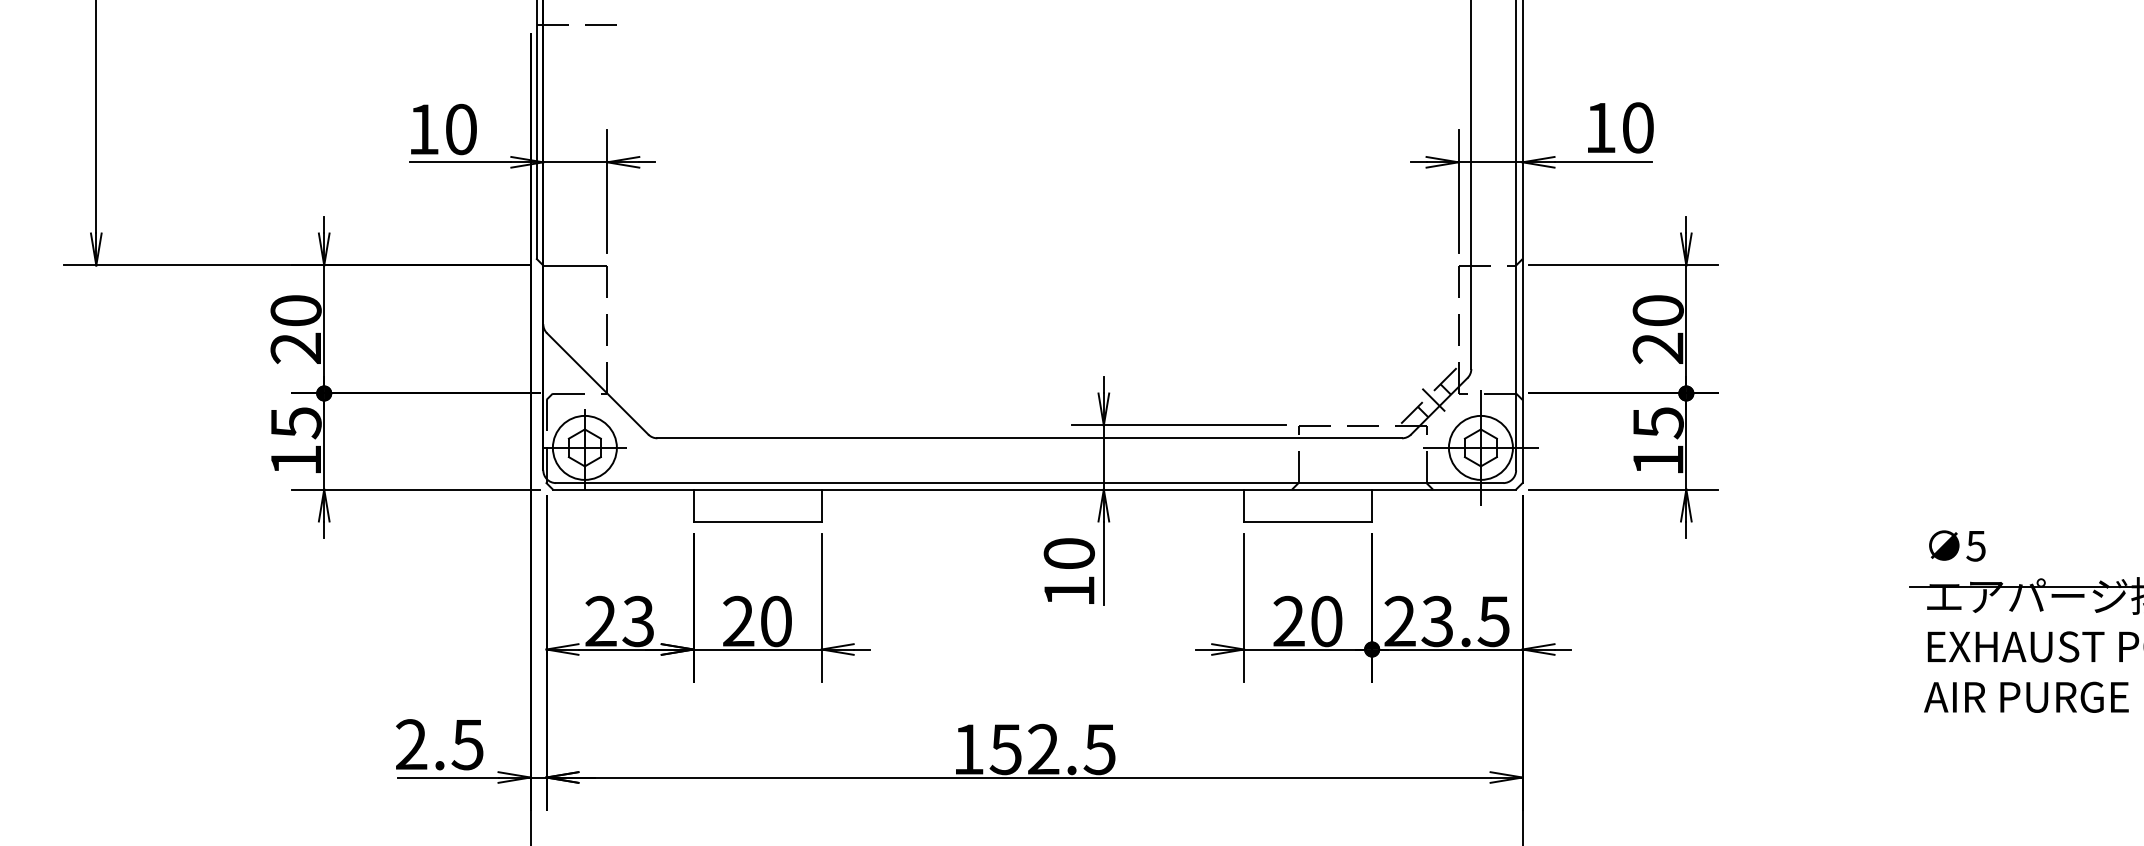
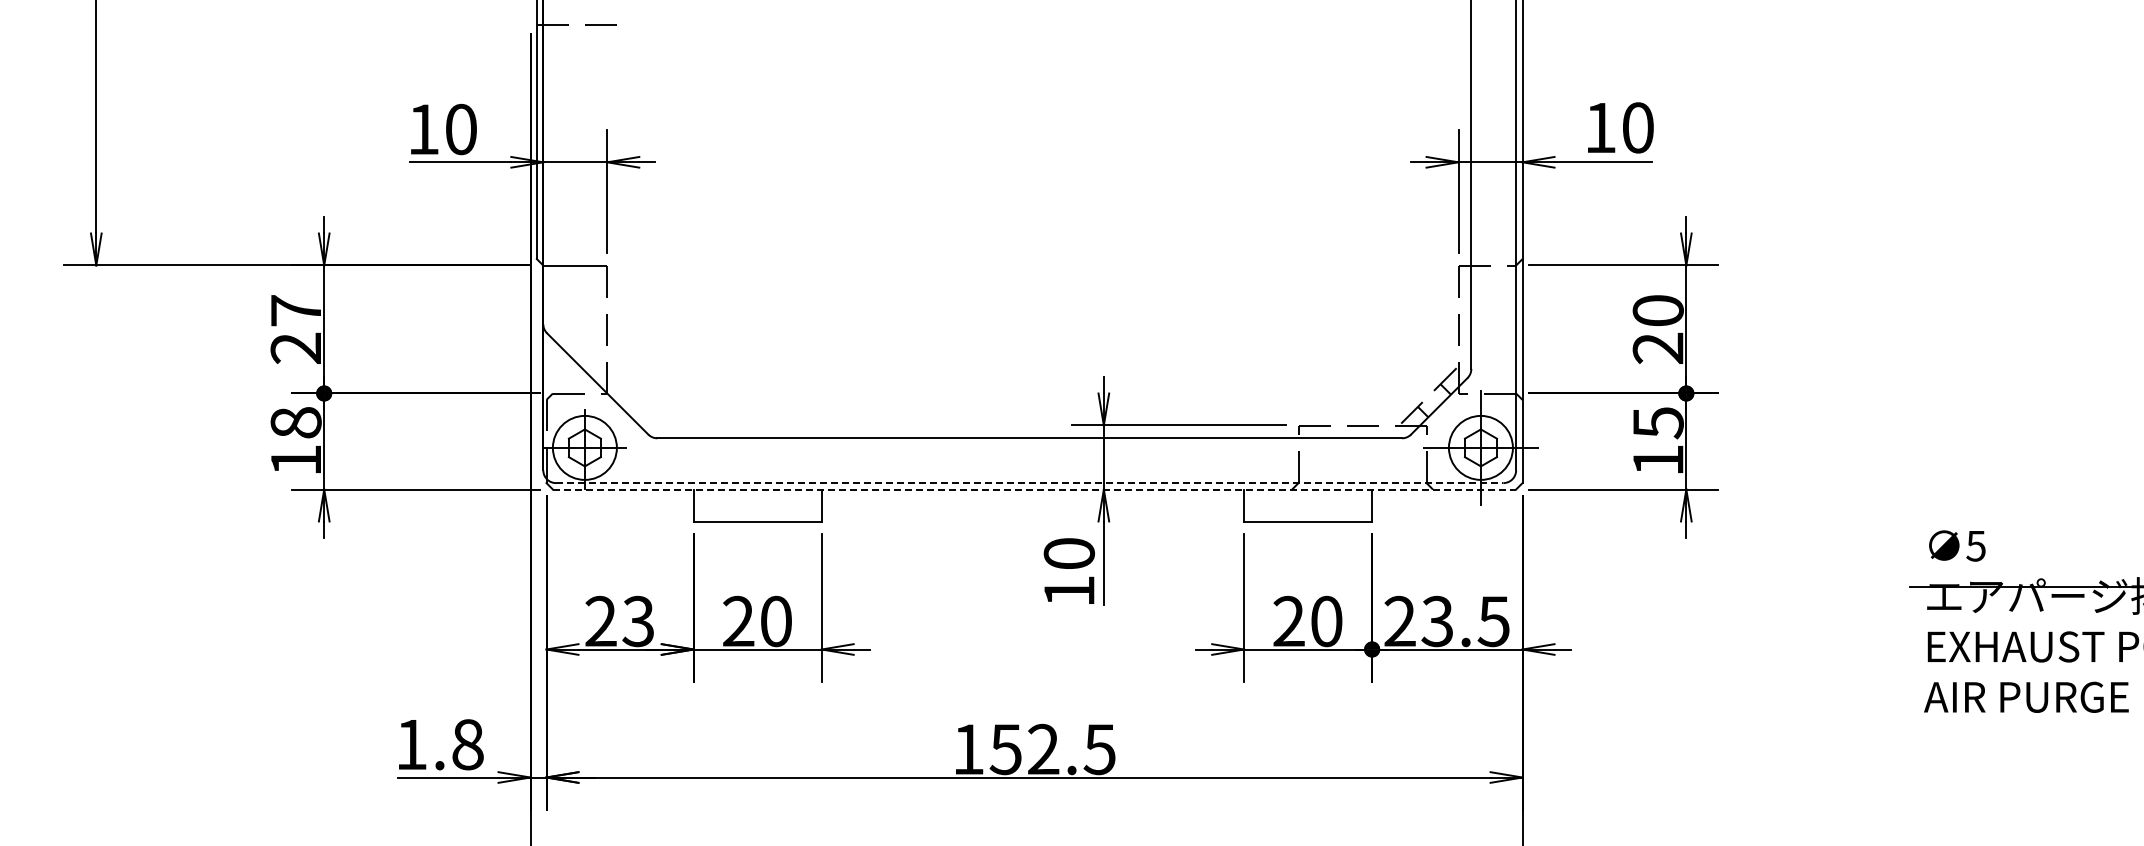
text at (295, 310): 20 -> 27
line at (1433, 399): present -> none
text at (295, 423): 15 -> 18
line at (1029, 483): solid -> dashed
line at (1034, 489): solid -> dashed
text at (439, 744): 2.5 -> 1.8
